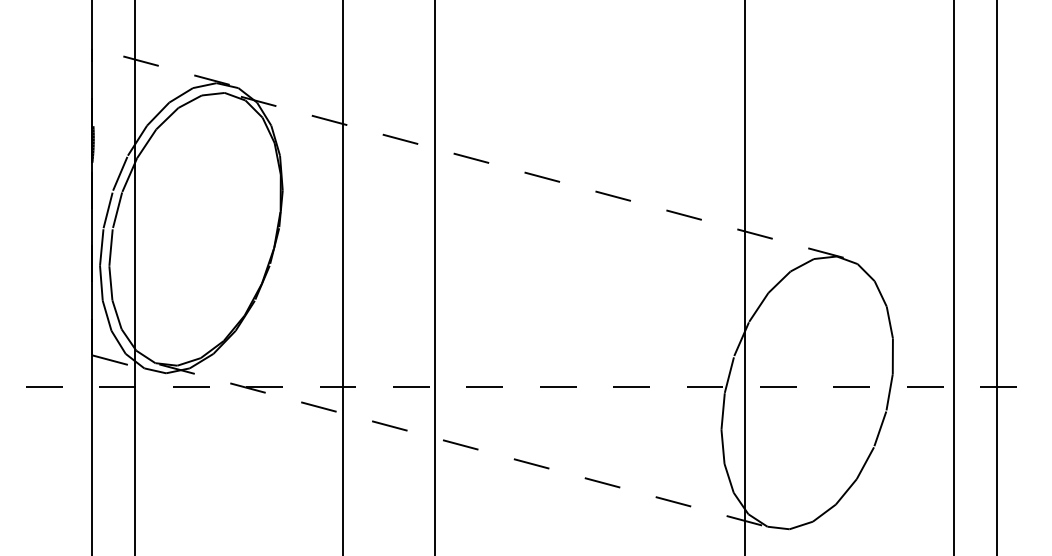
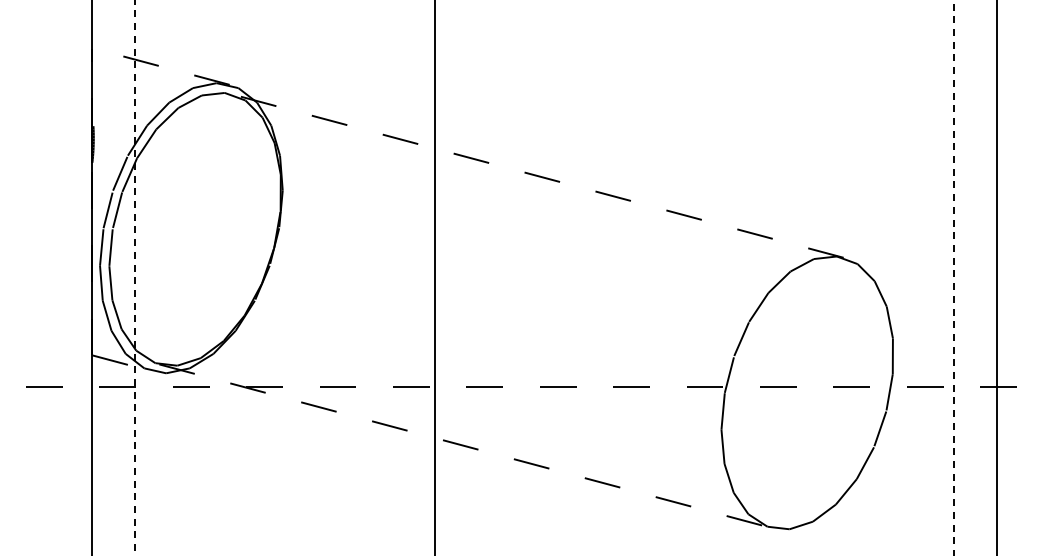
line at (343, 277): present -> none
line at (745, 277): present -> none
line at (954, 277): solid -> dashed
line at (135, 278): solid -> dashed
